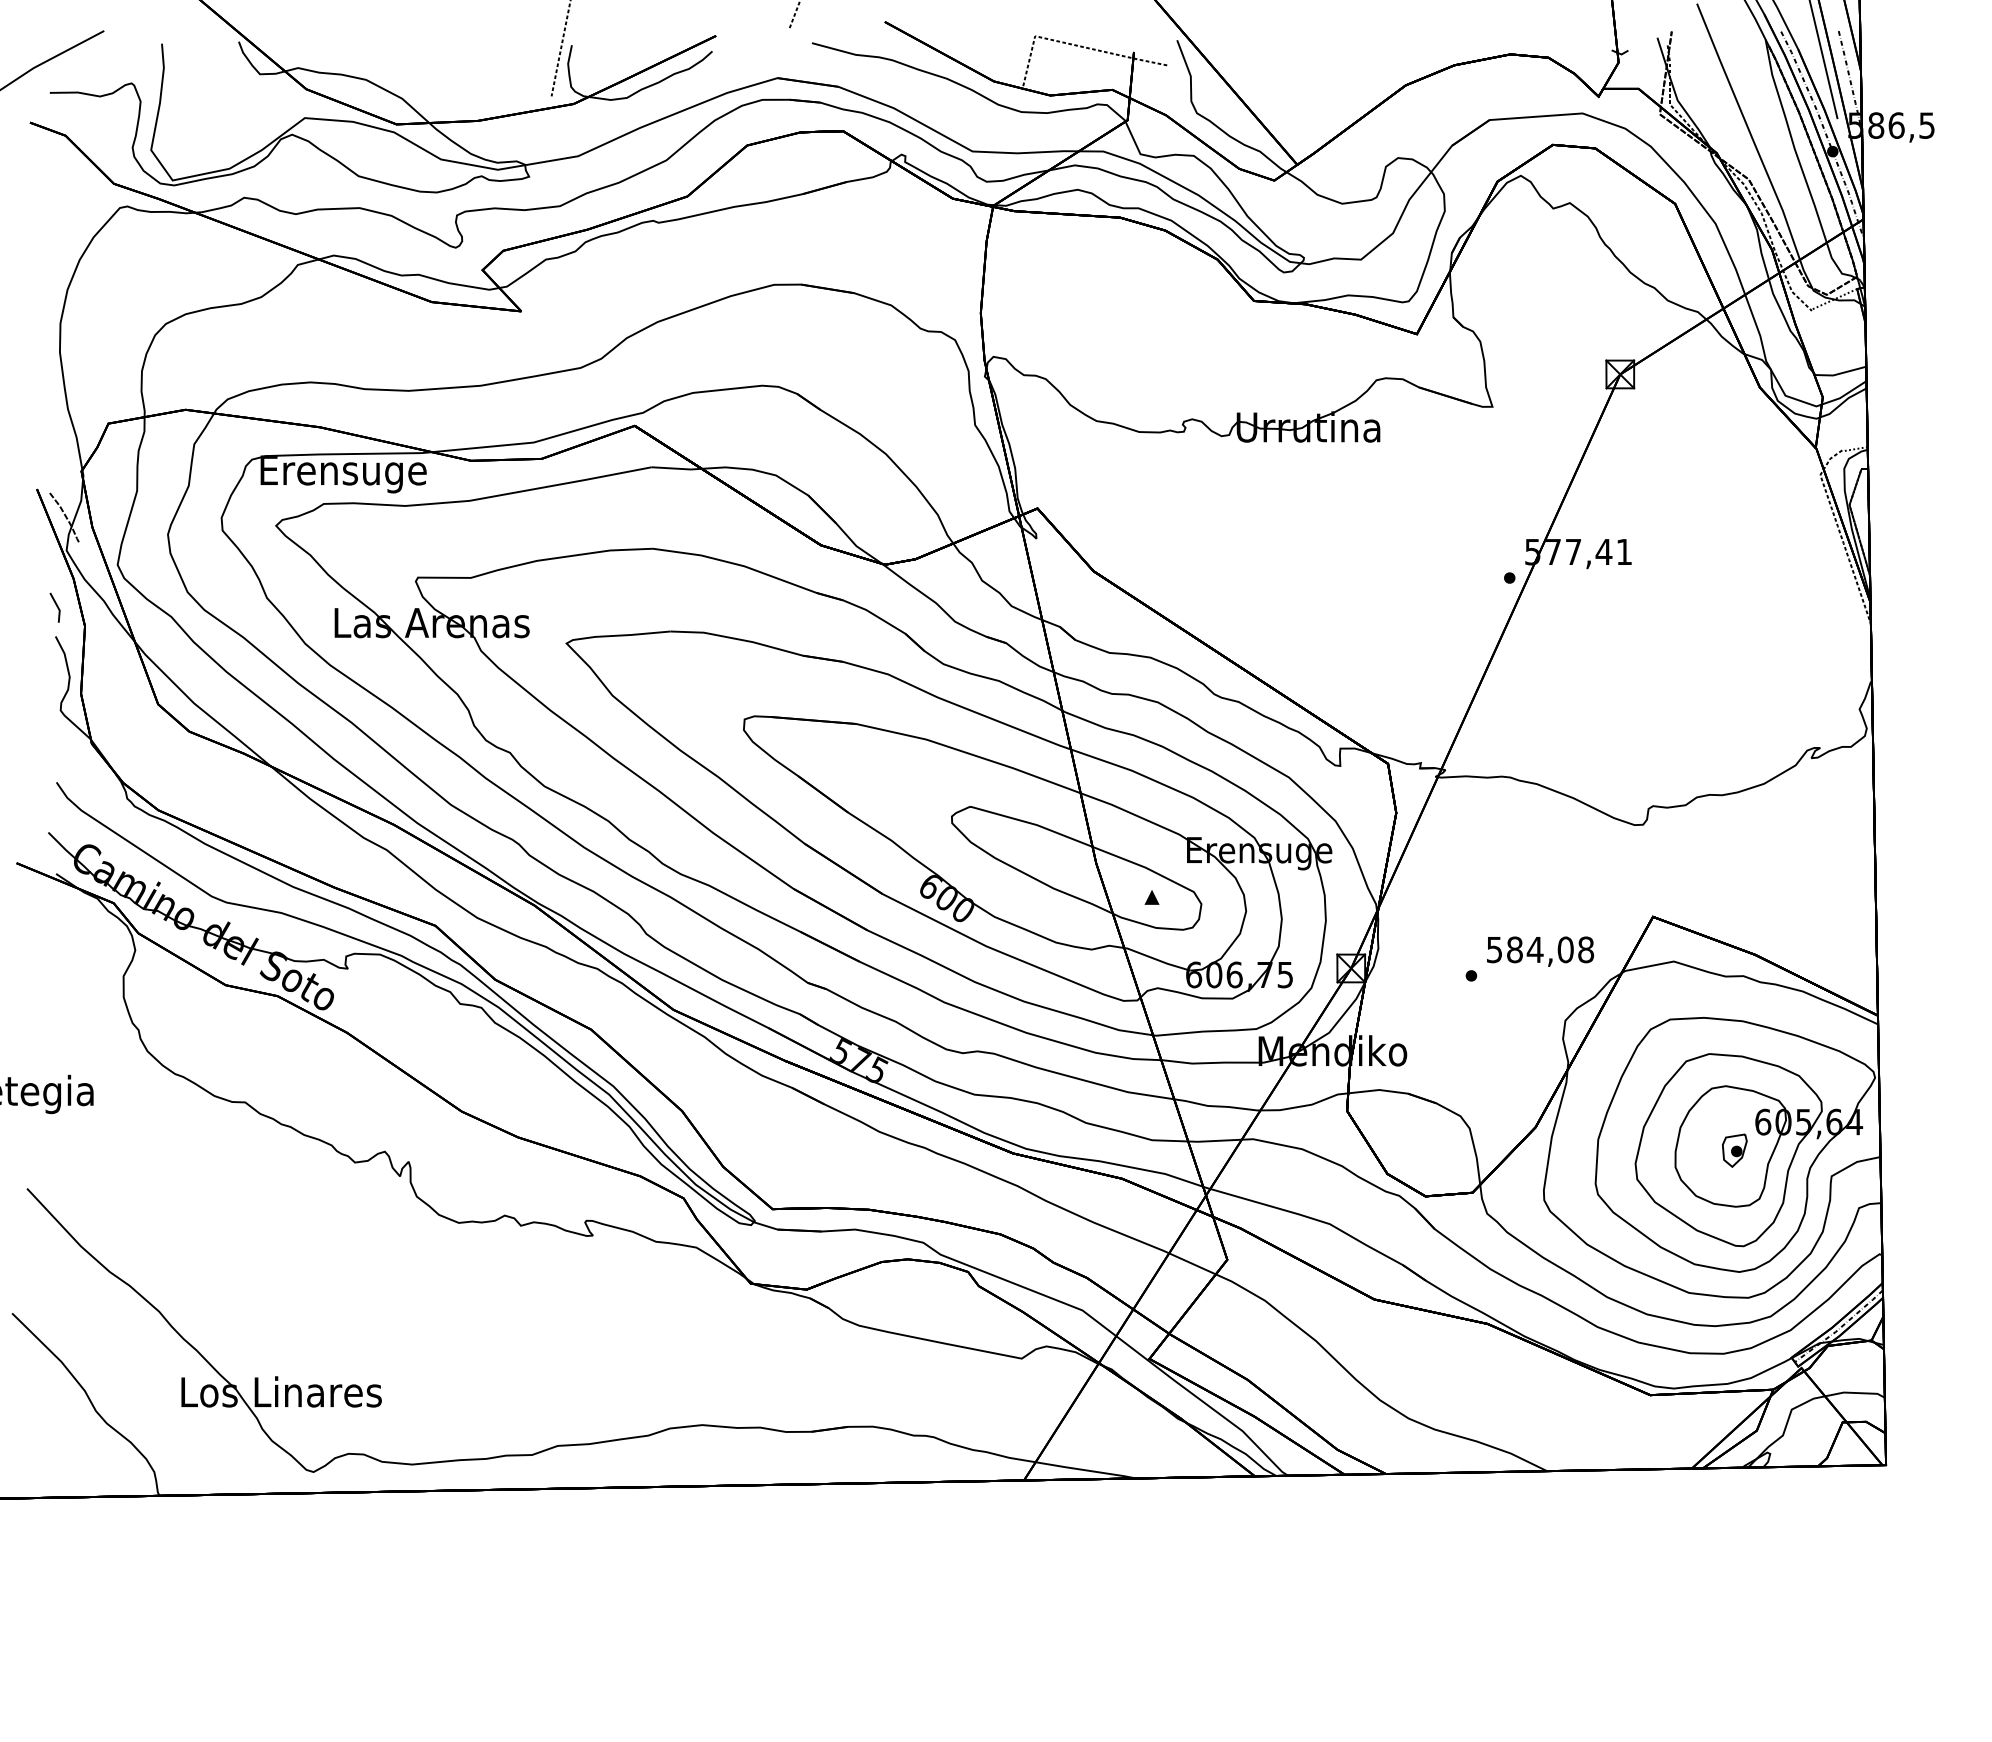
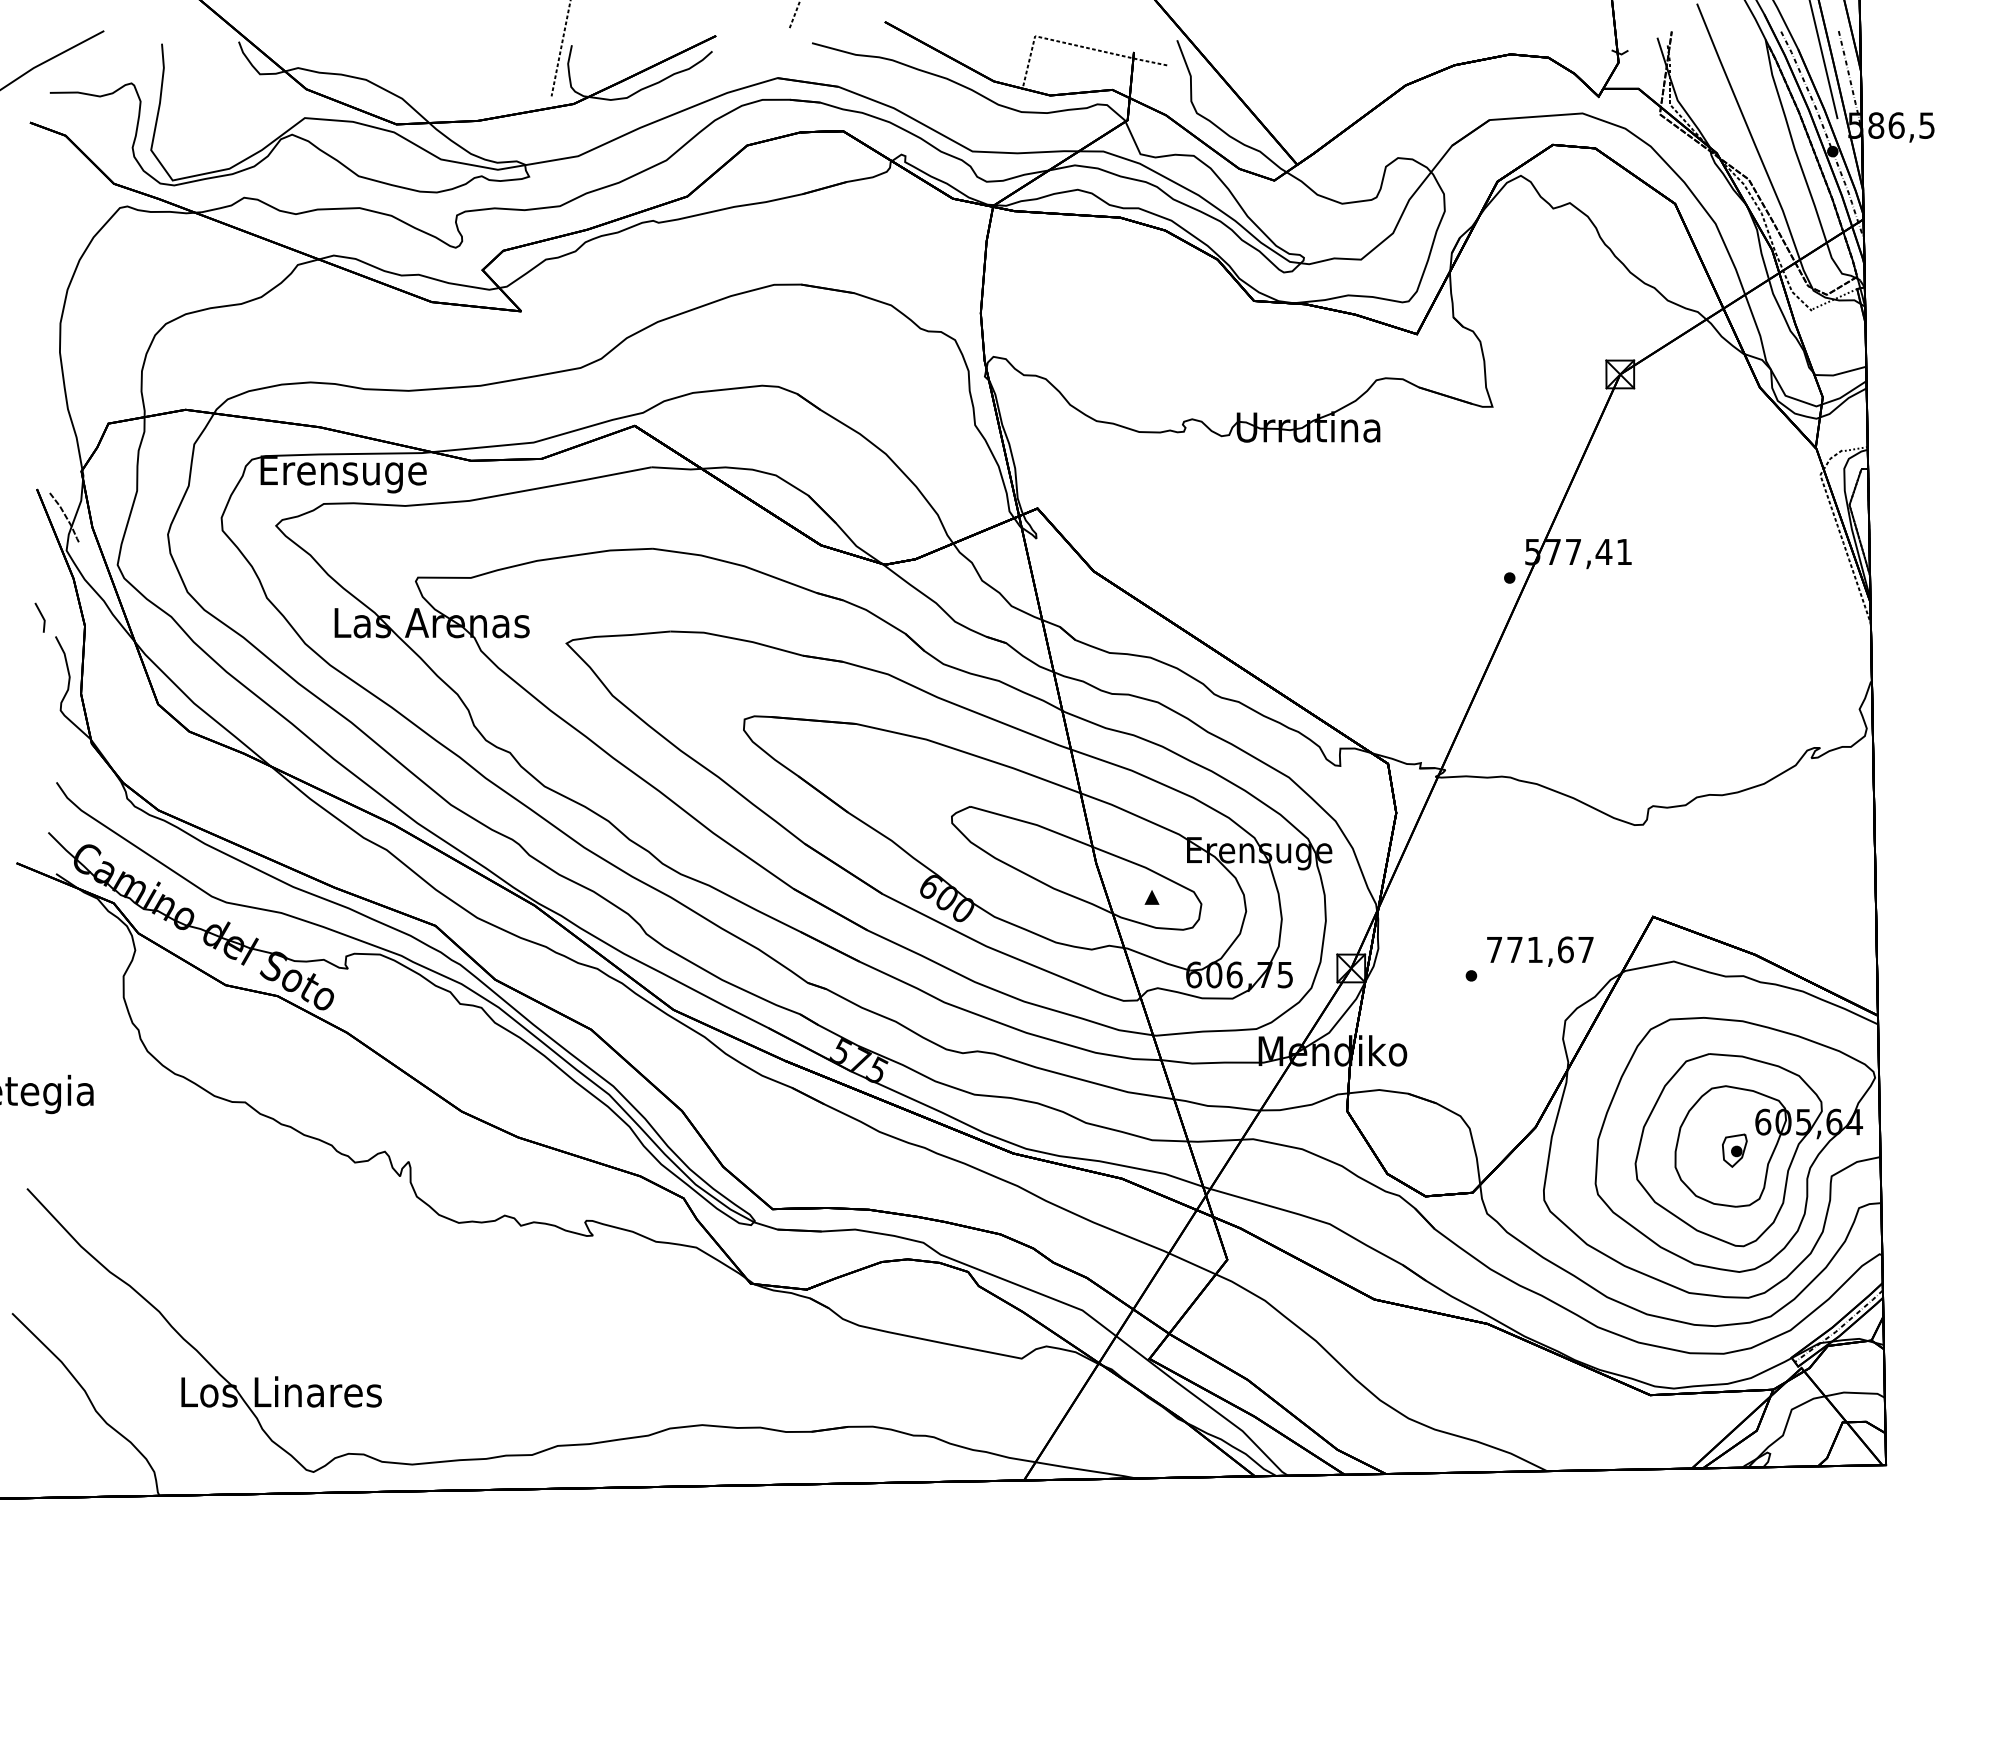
line at (55, 605) position: (55, 605) -> (40, 615)
text at (1540, 949): 584,08 -> 771,67
